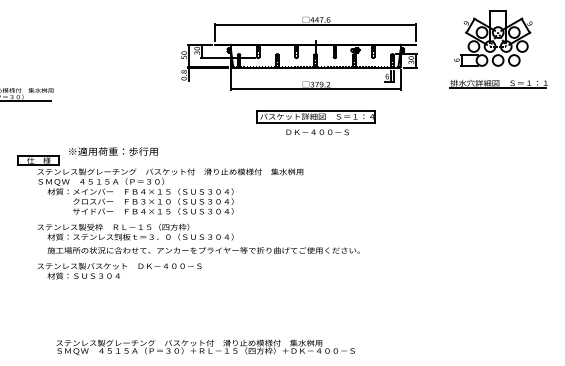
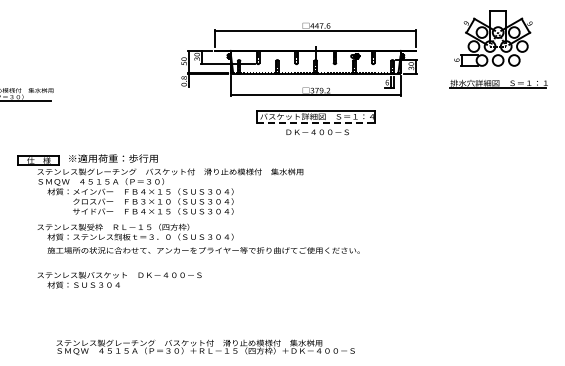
part at (299, 53) position: (299, 53) -> (299, 59)
line at (316, 123): solid -> dashed
text at (113, 151) position: (113, 151) -> (113, 158)
text at (119, 271) position: (119, 271) -> (119, 280)
